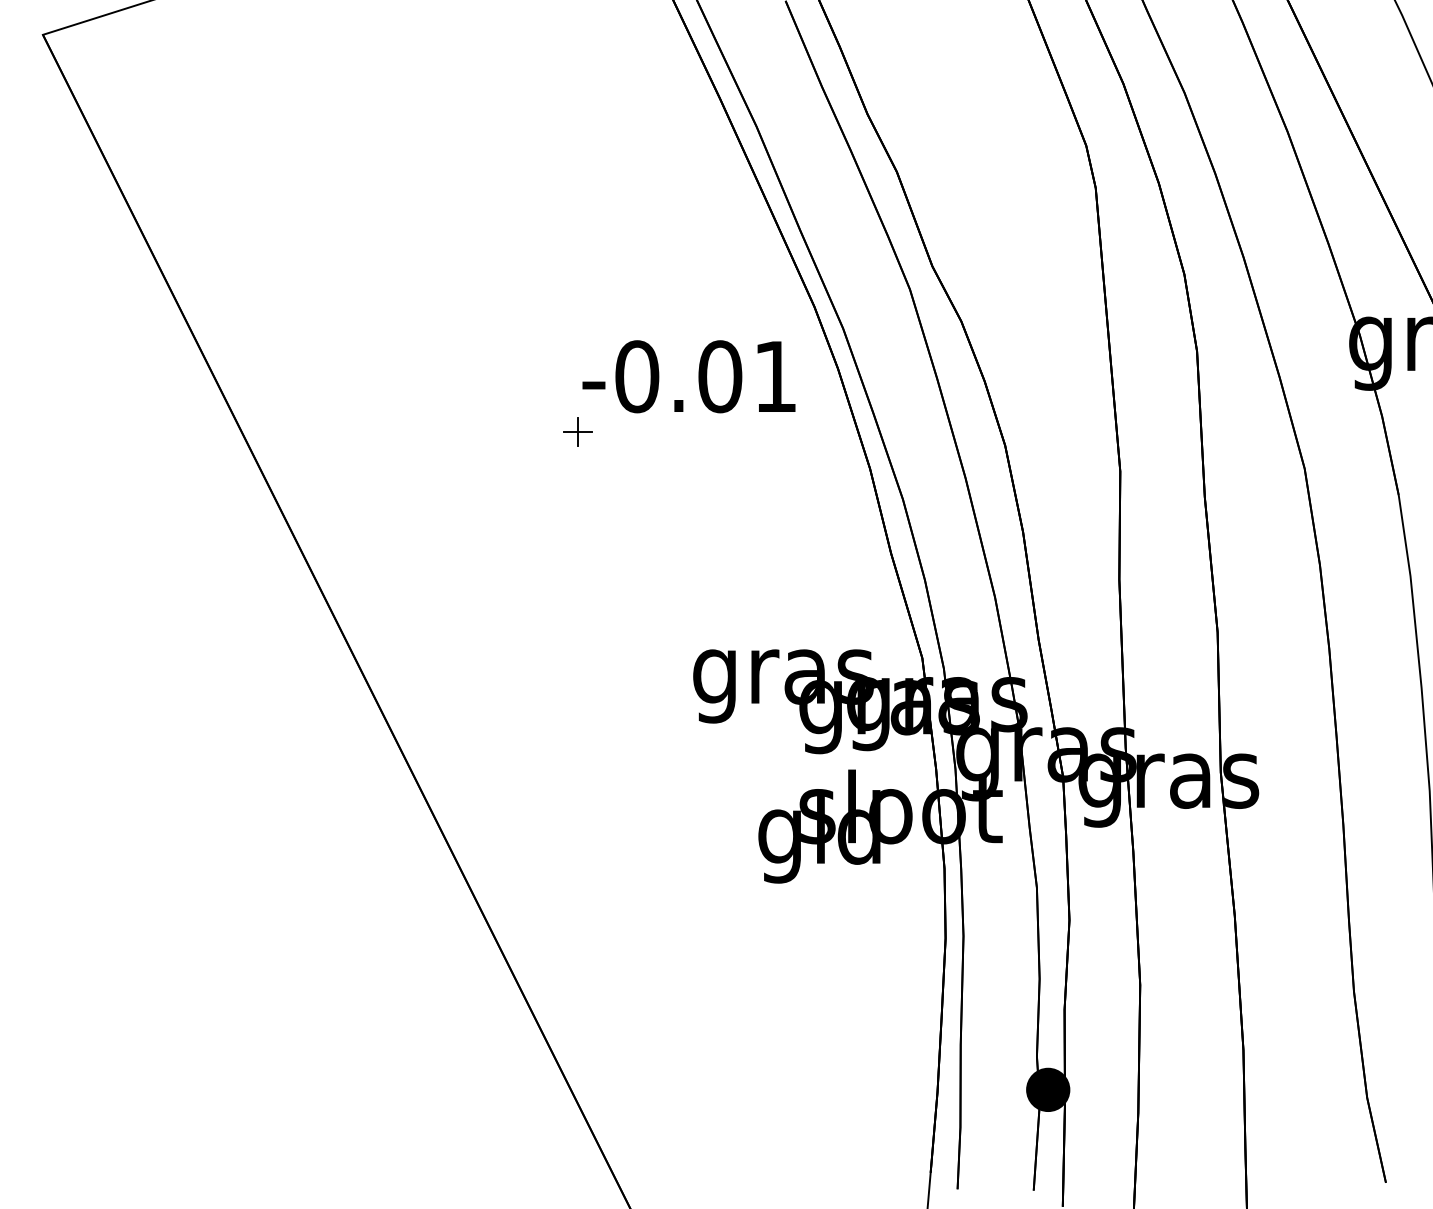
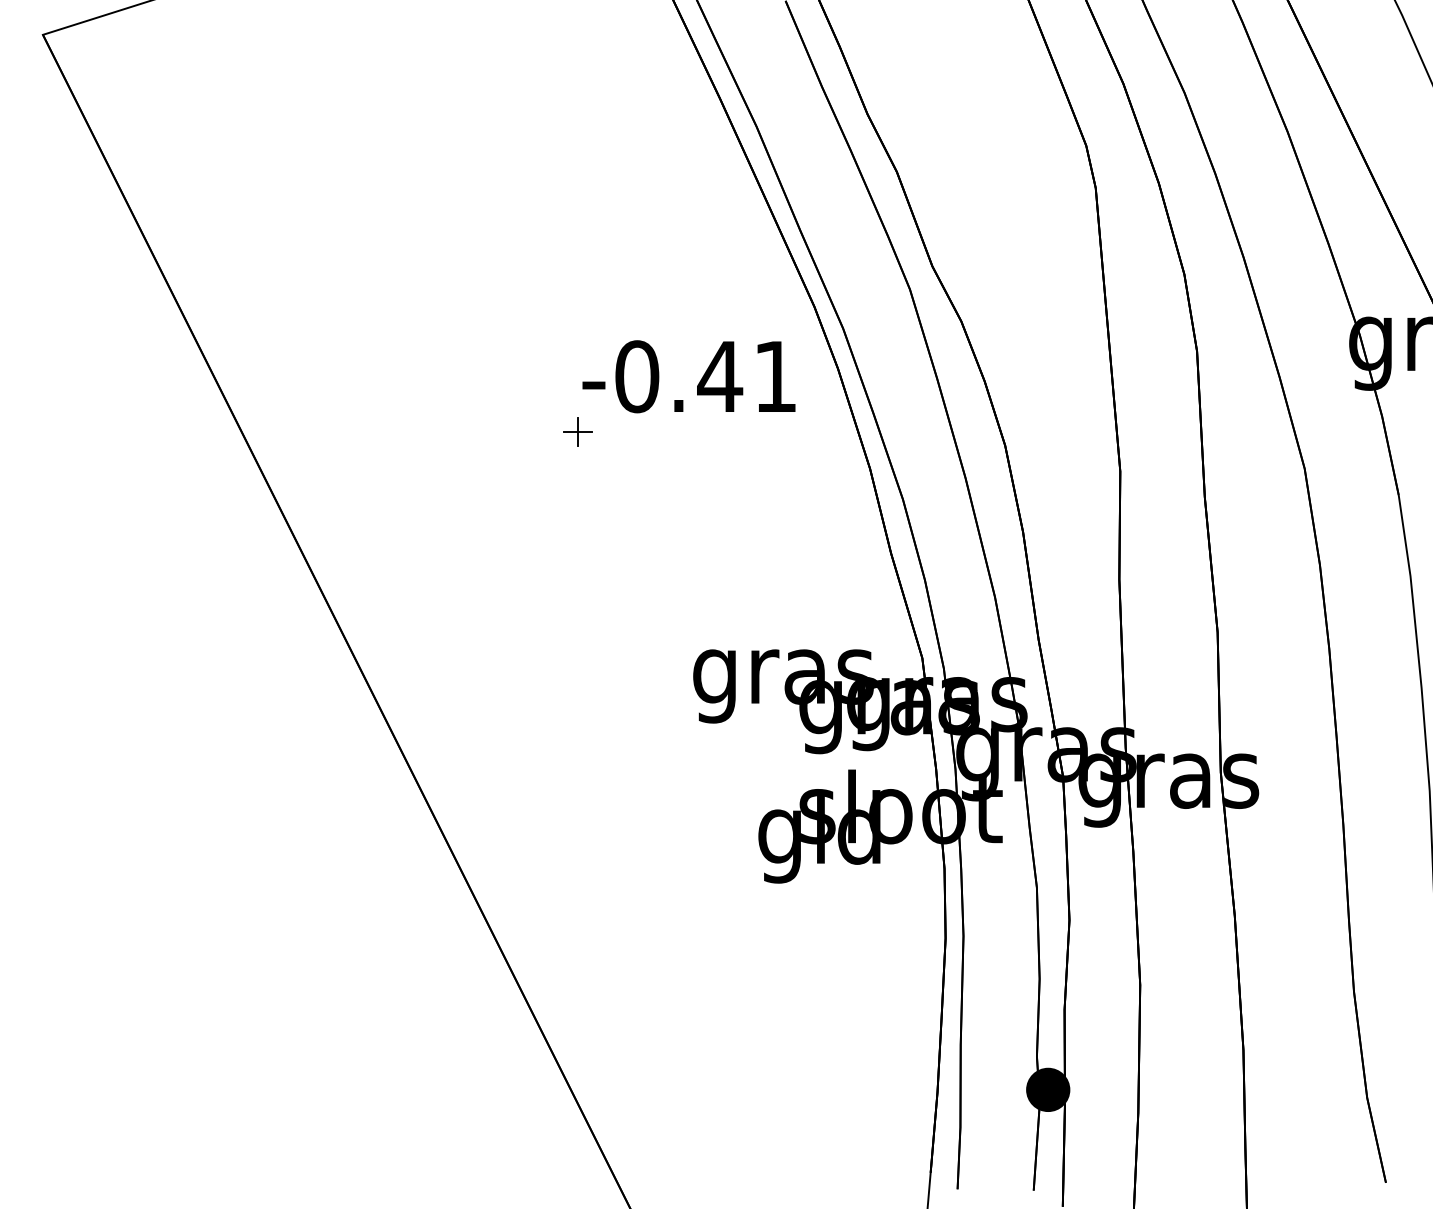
text at (720, 376): -0.01 -> -0.41
